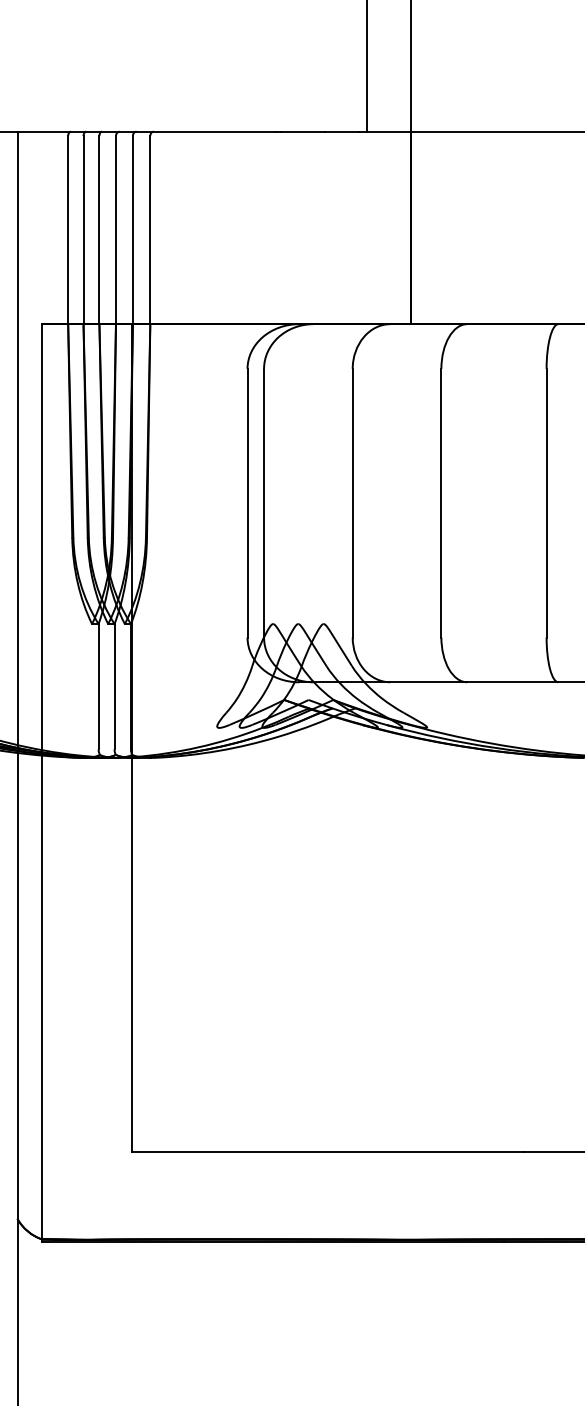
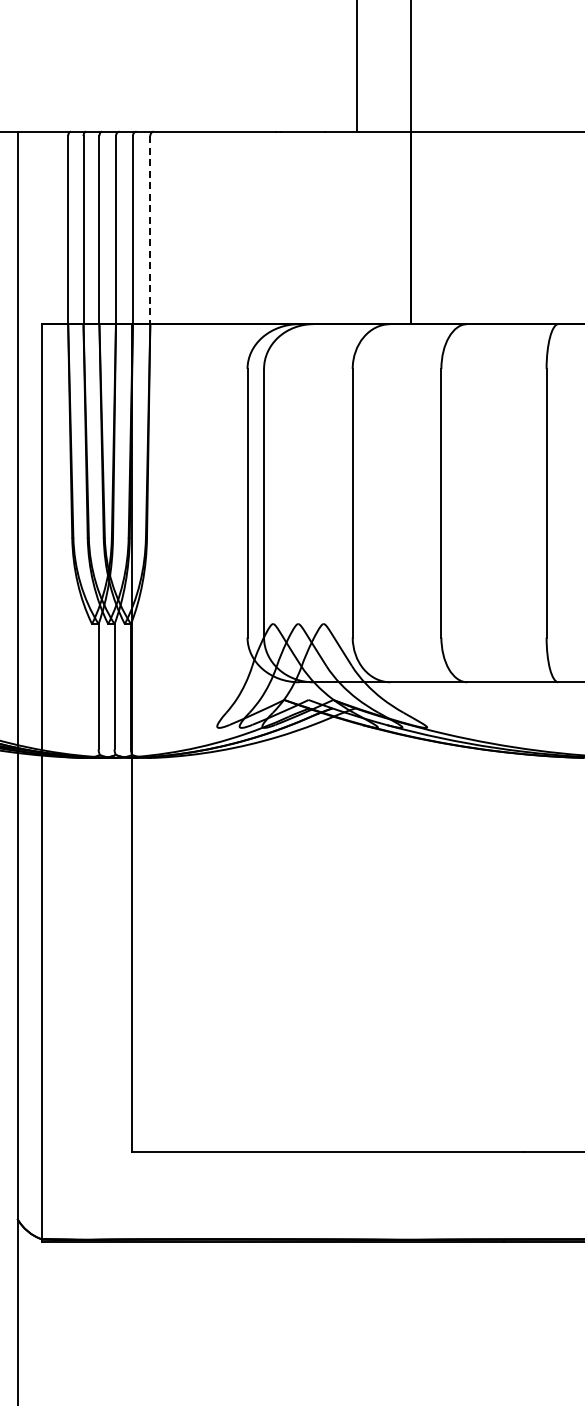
line at (366, 66) position: (366, 66) -> (356, 66)
line at (150, 230): solid -> dashed
